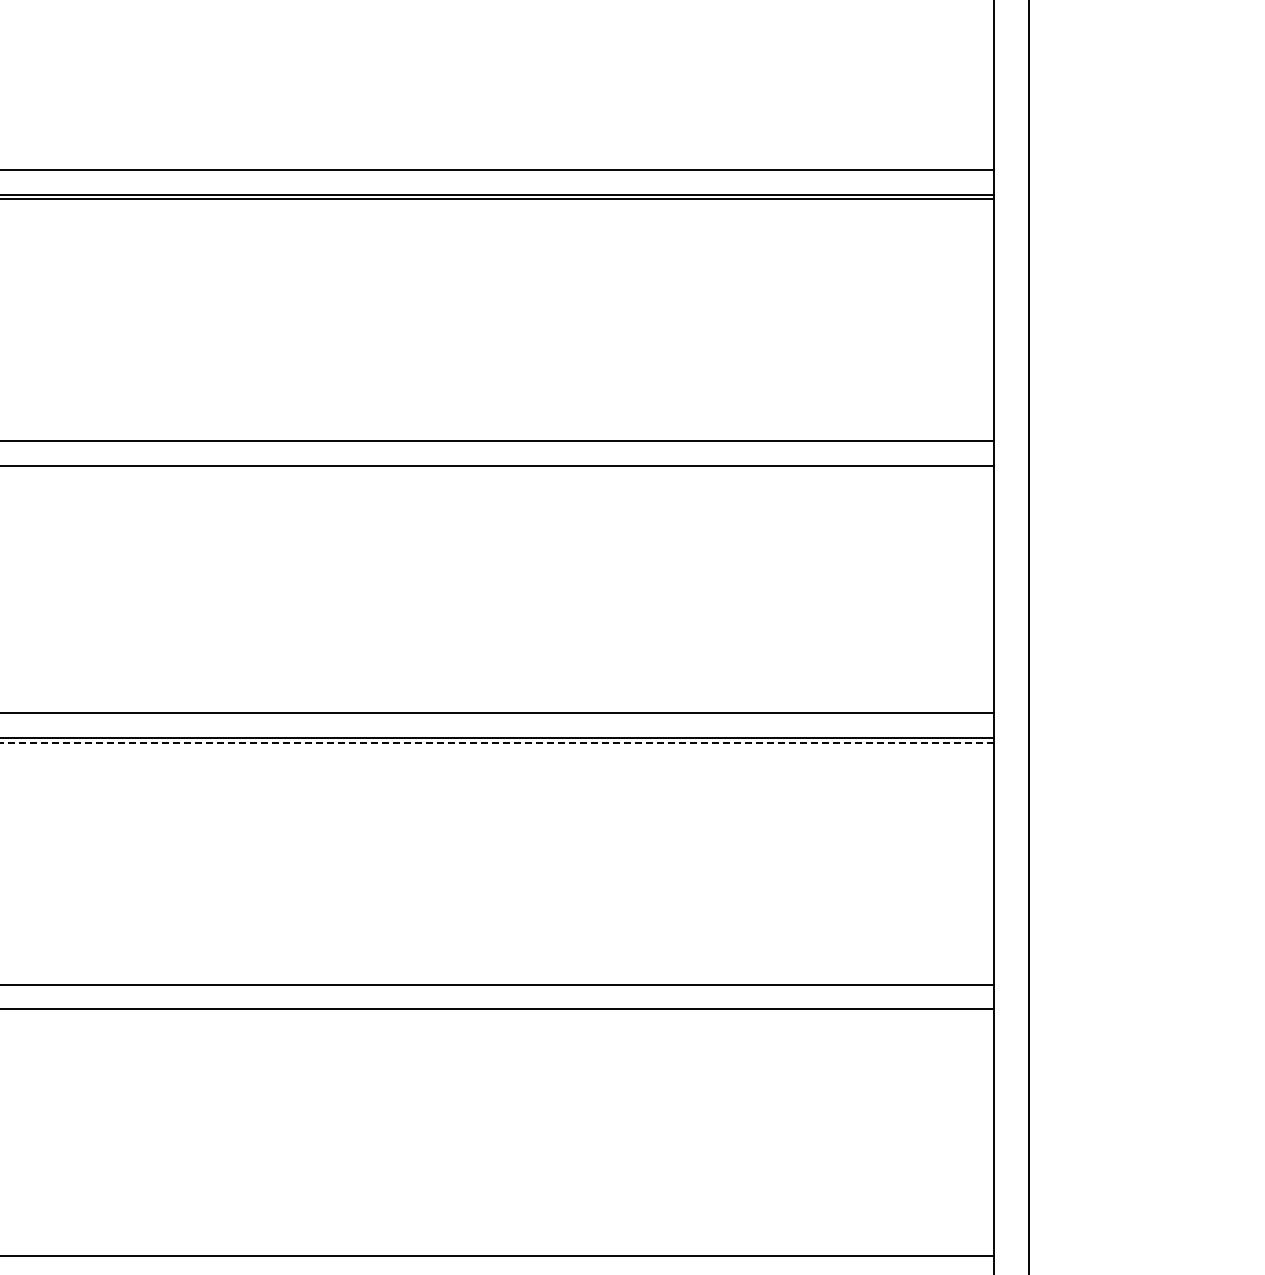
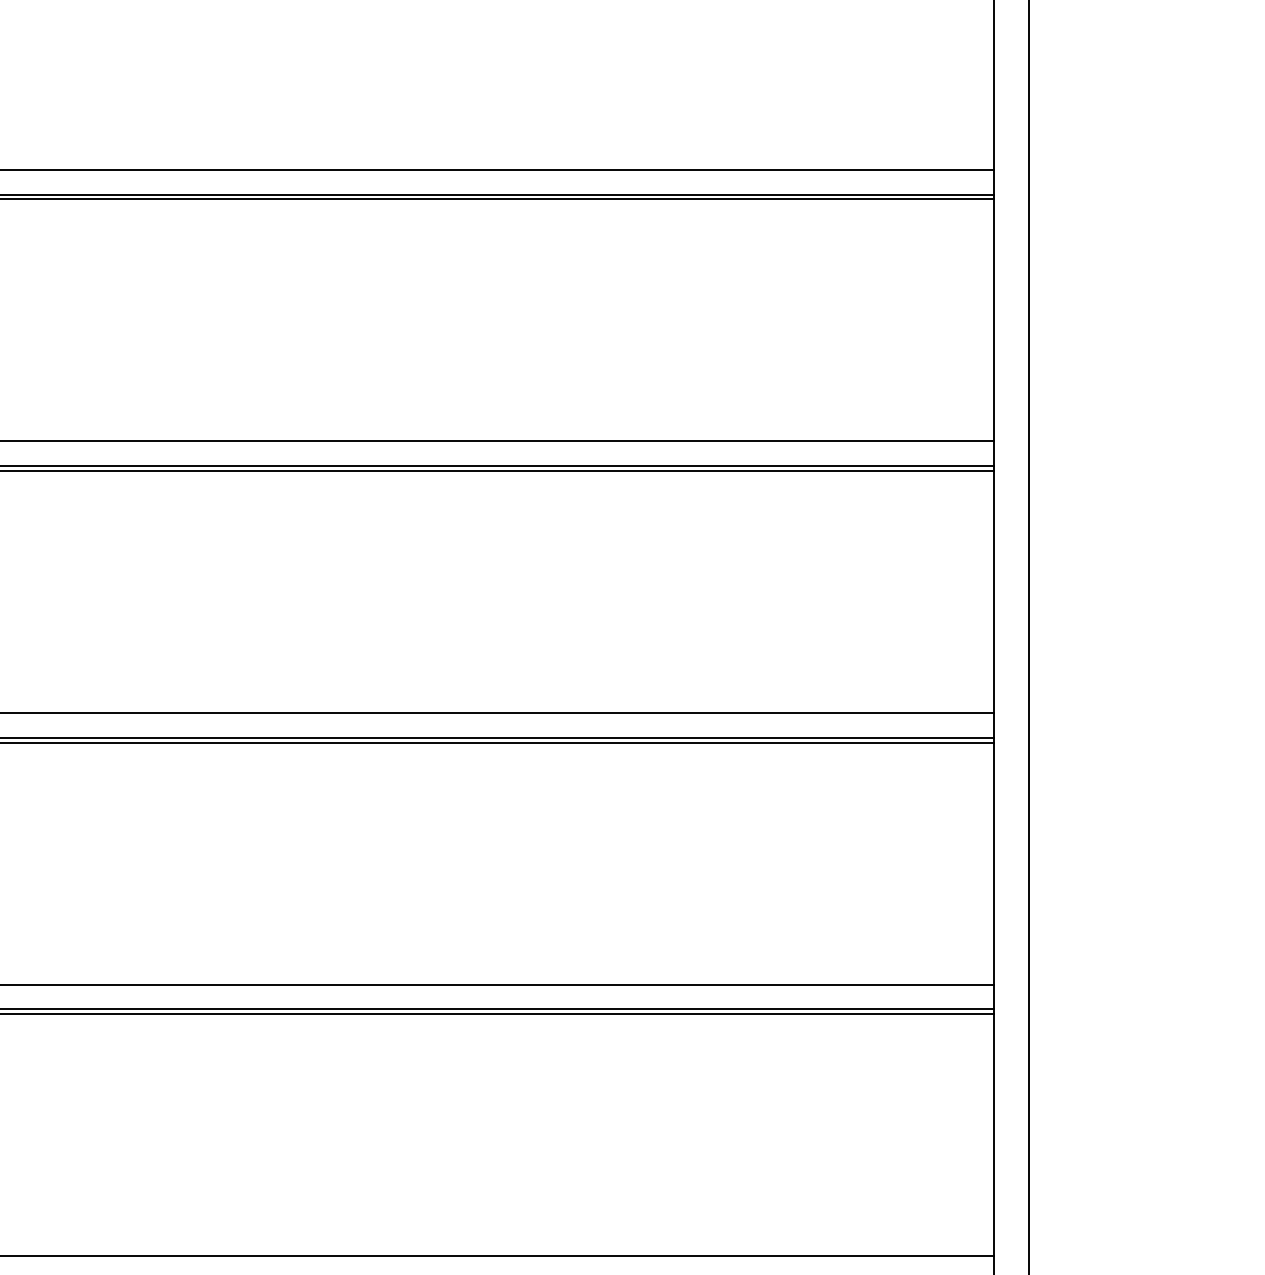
line at (497, 470): none -> present
line at (496, 742): dashed -> solid
line at (497, 1014): none -> present
